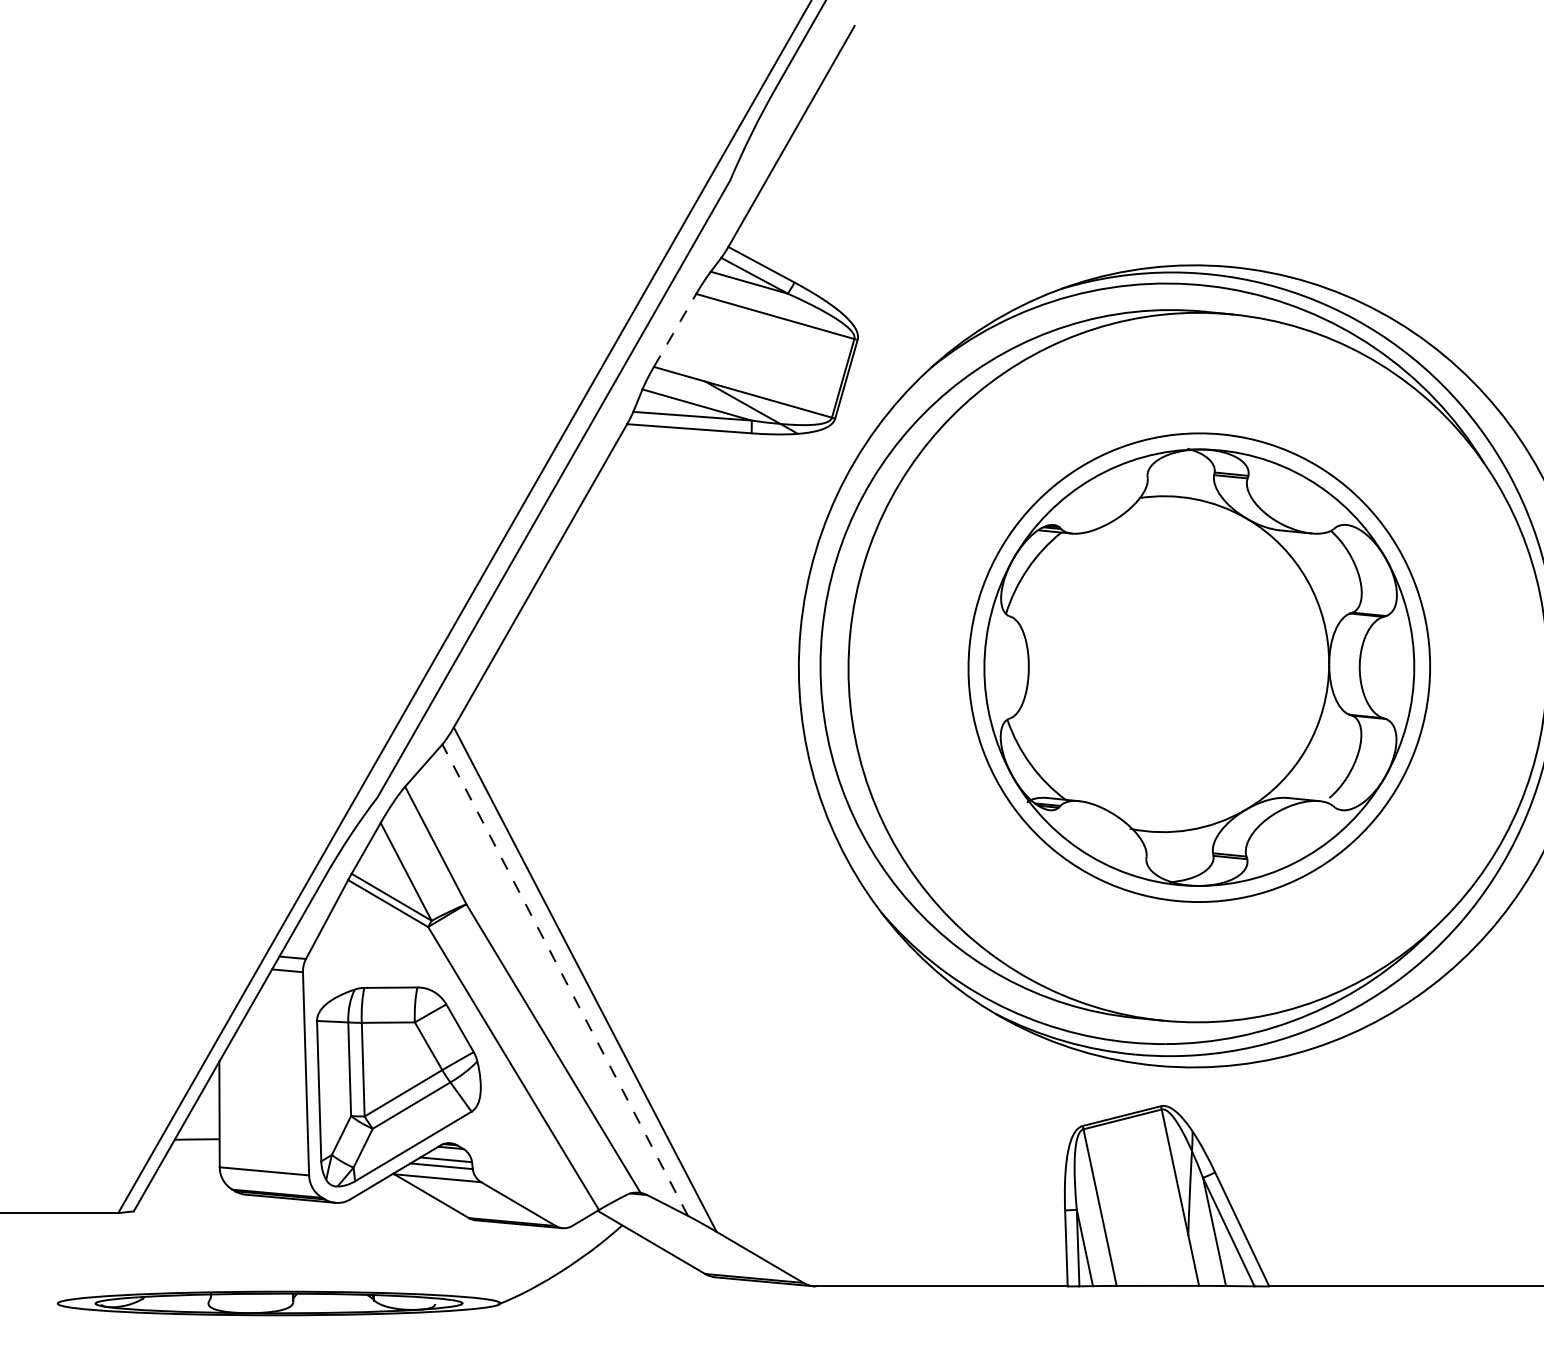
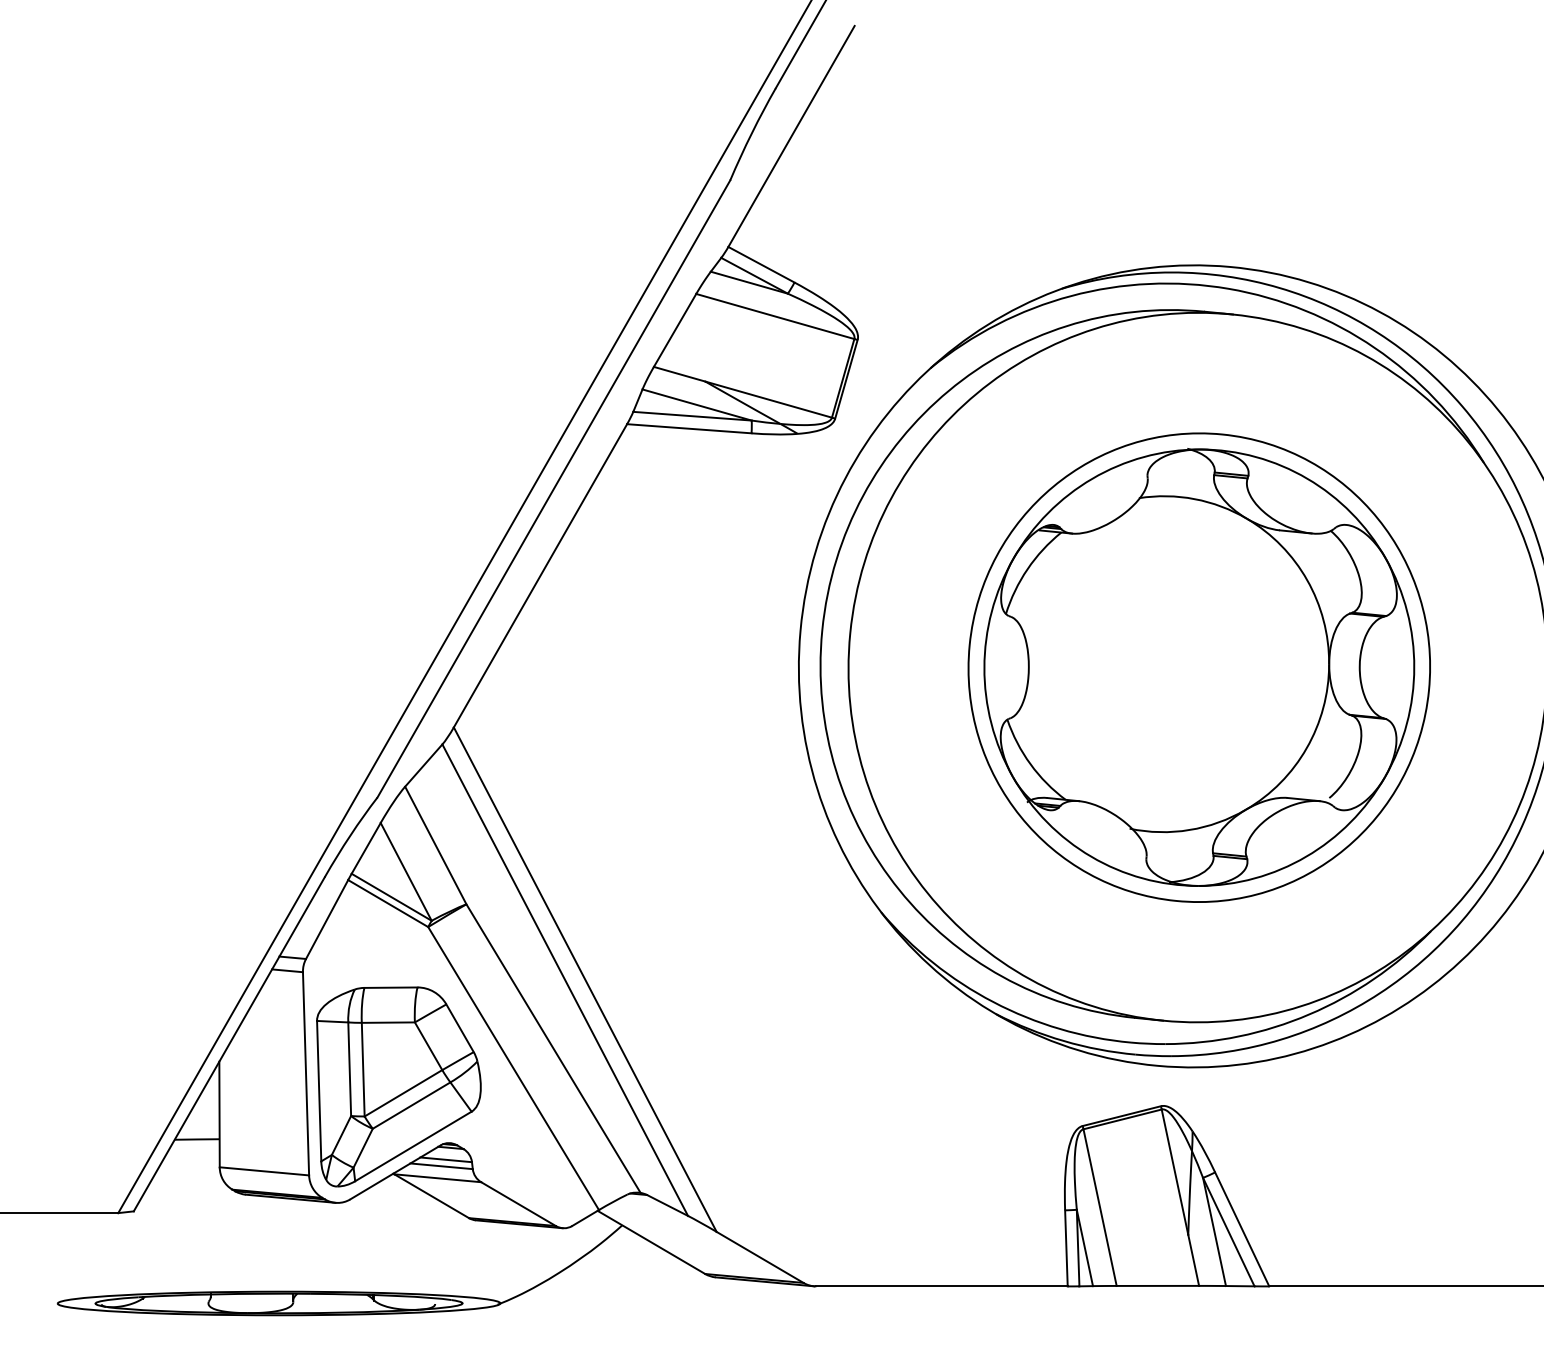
line at (675, 330): dashed -> solid
line at (565, 980): dashed -> solid
